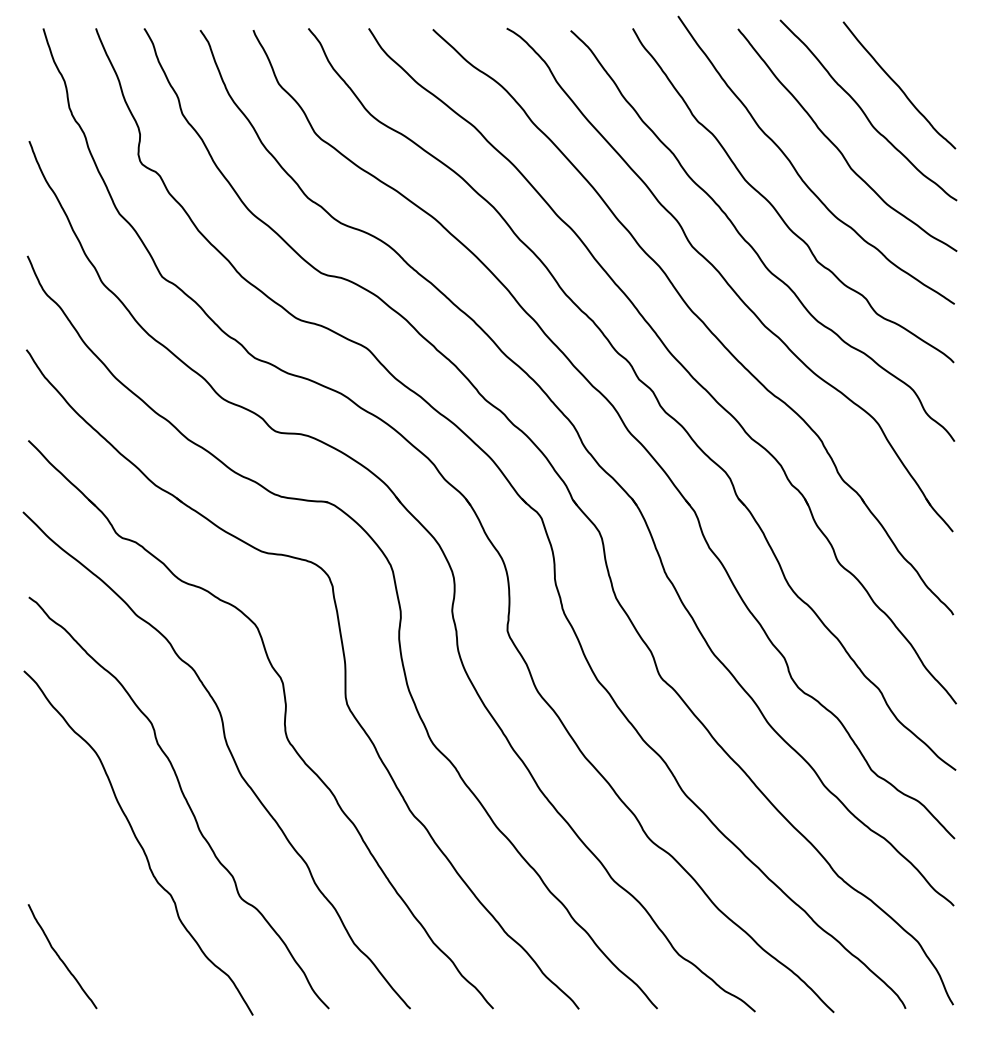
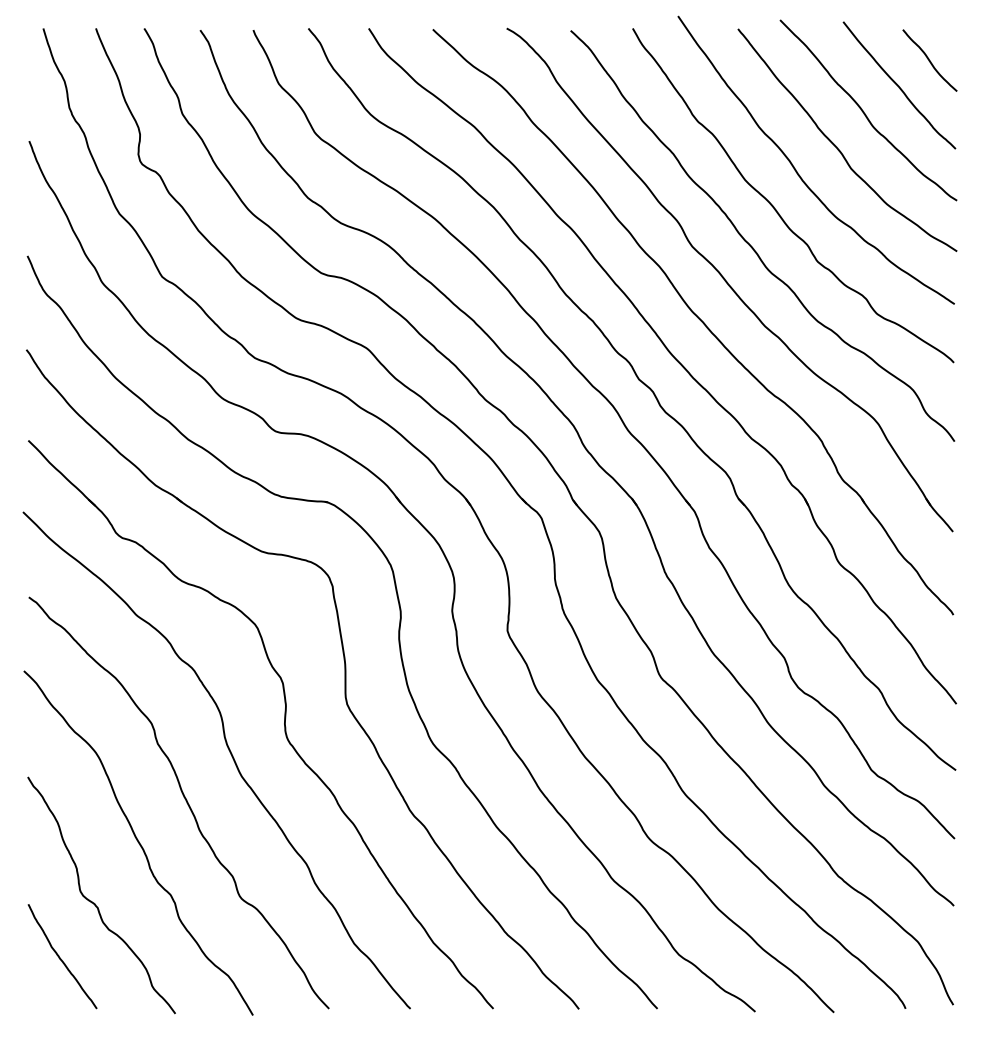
curve at (929, 60): none -> present
curve at (94, 902): none -> present
